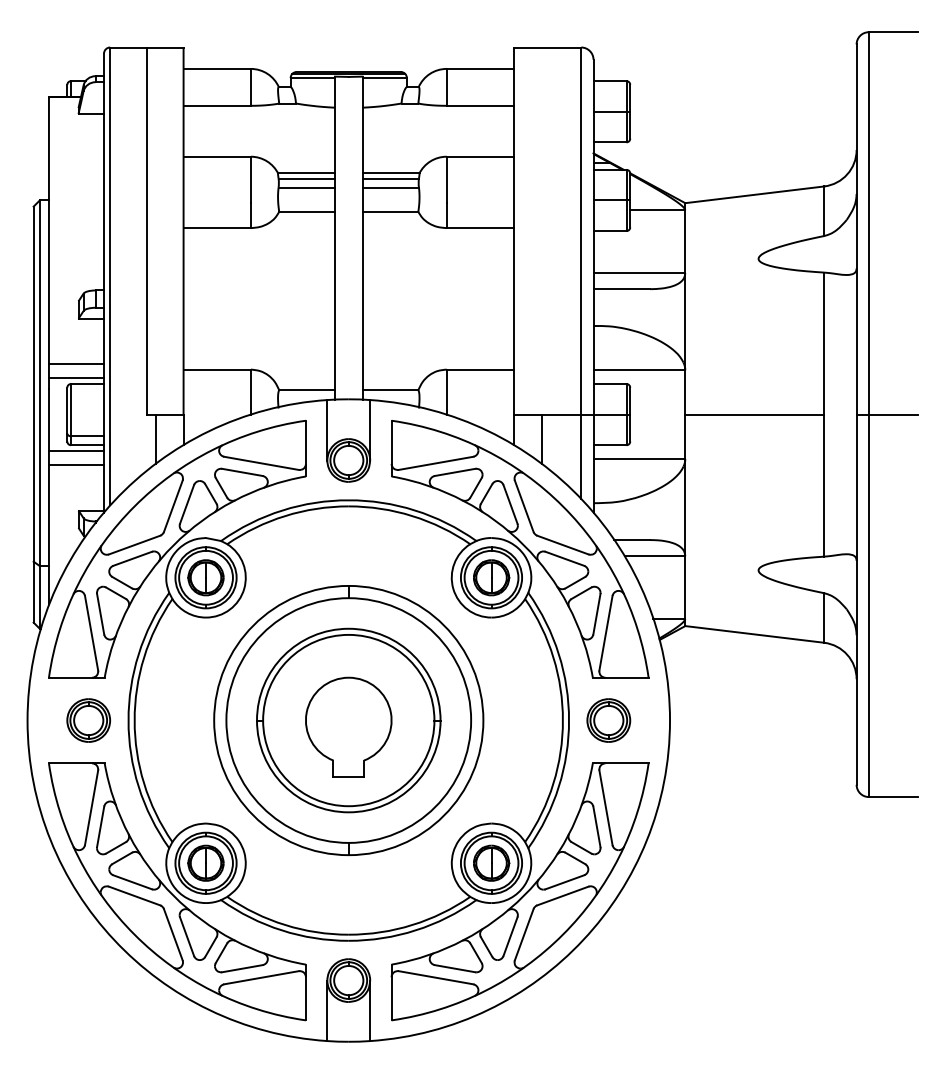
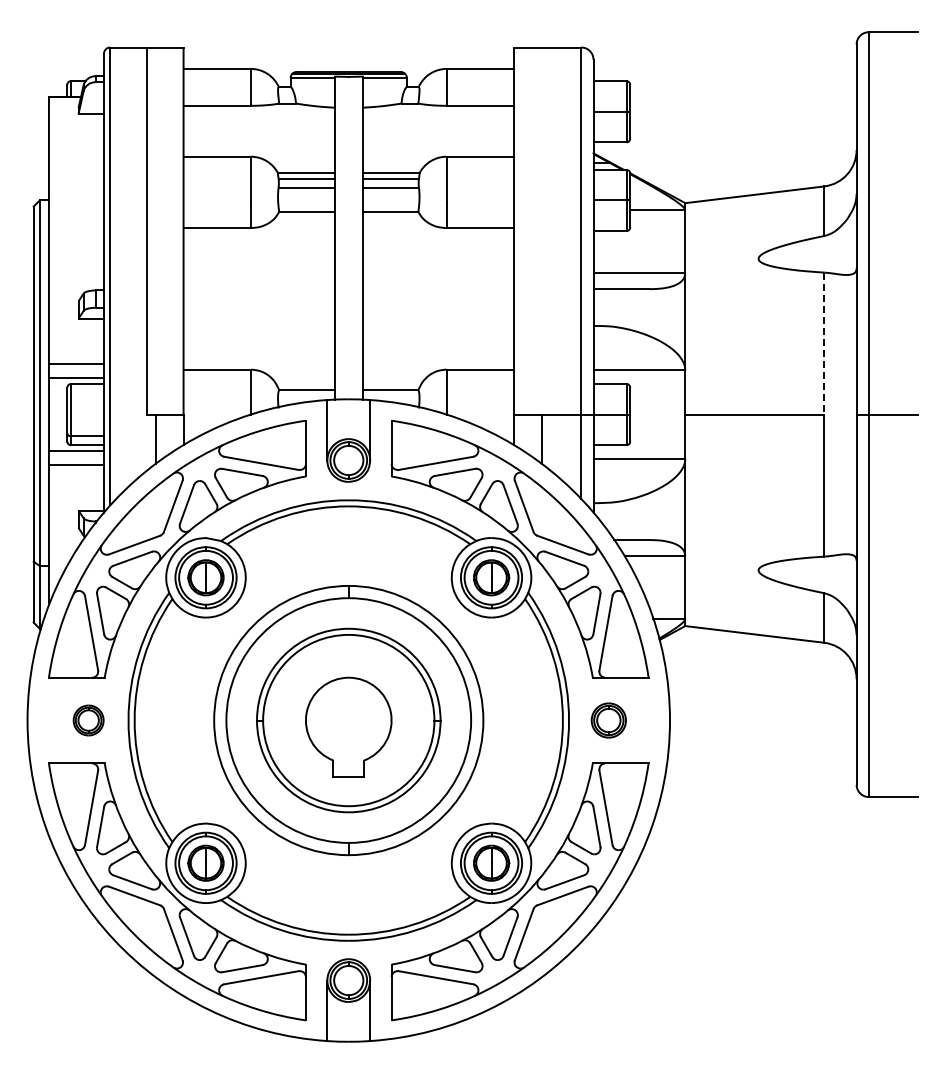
line at (824, 344): solid -> dashed
part at (88, 720) size: 45x45 px -> 33x33 px
part at (608, 720) size: 46x45 px -> 37x37 px
